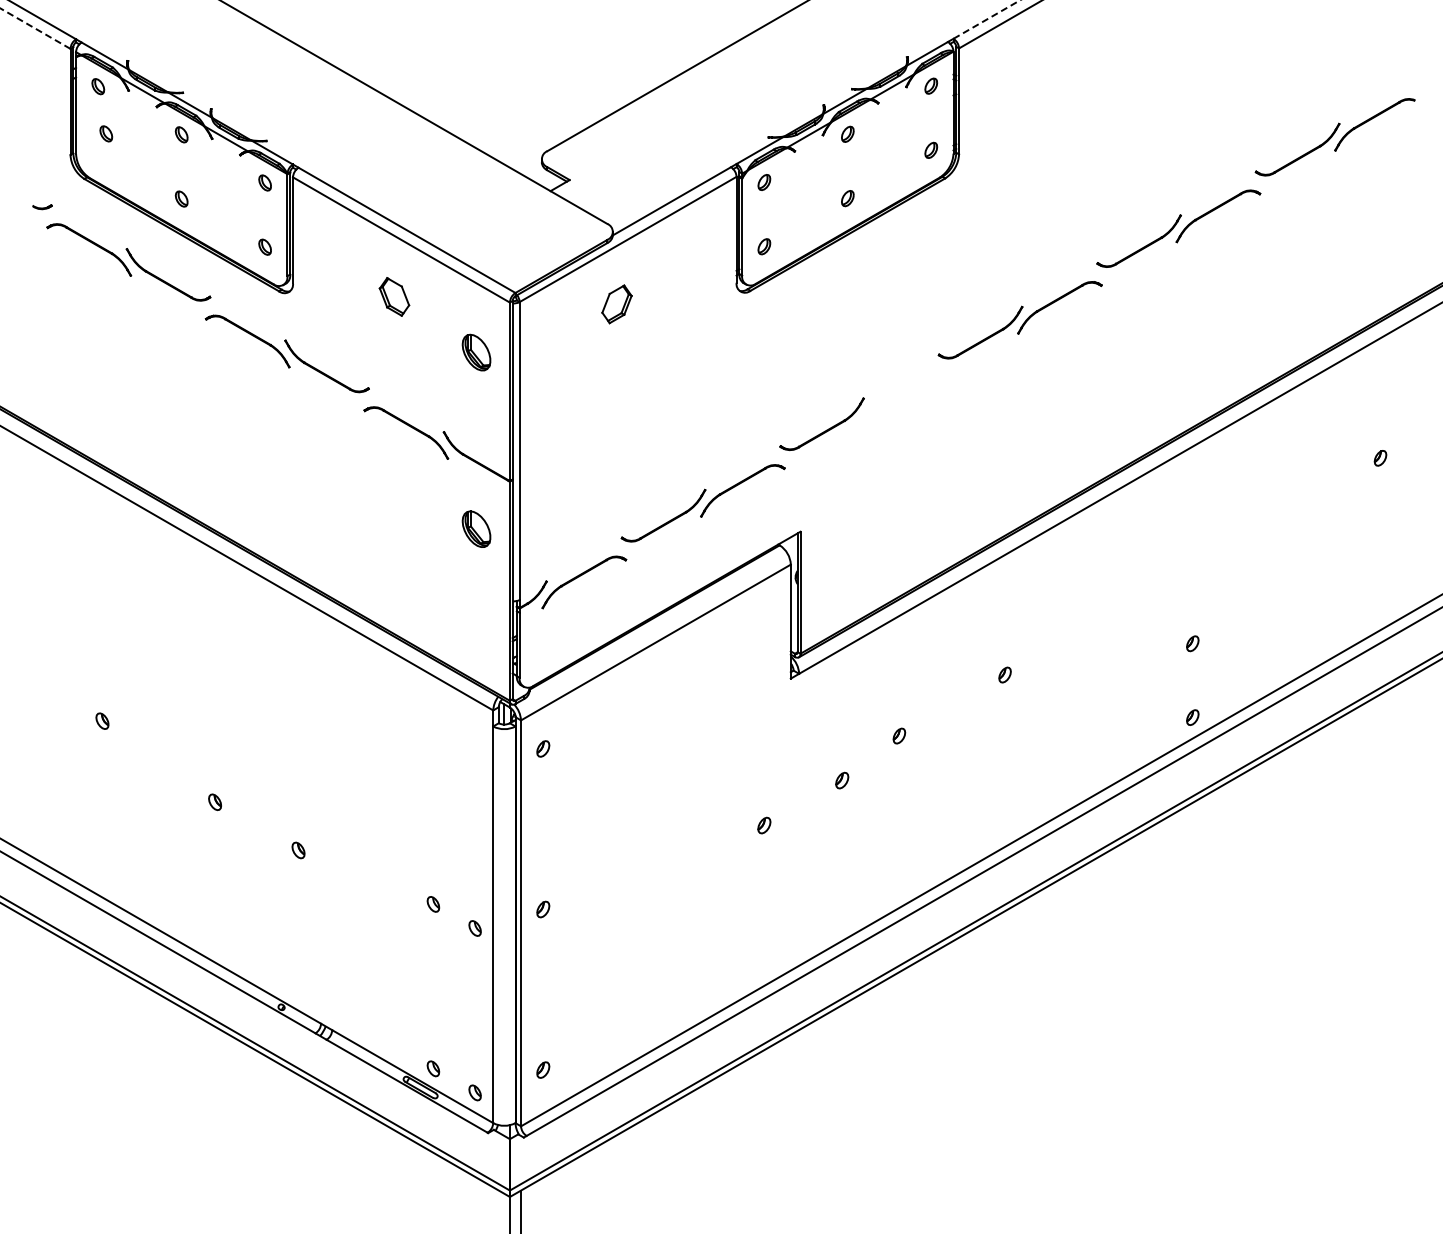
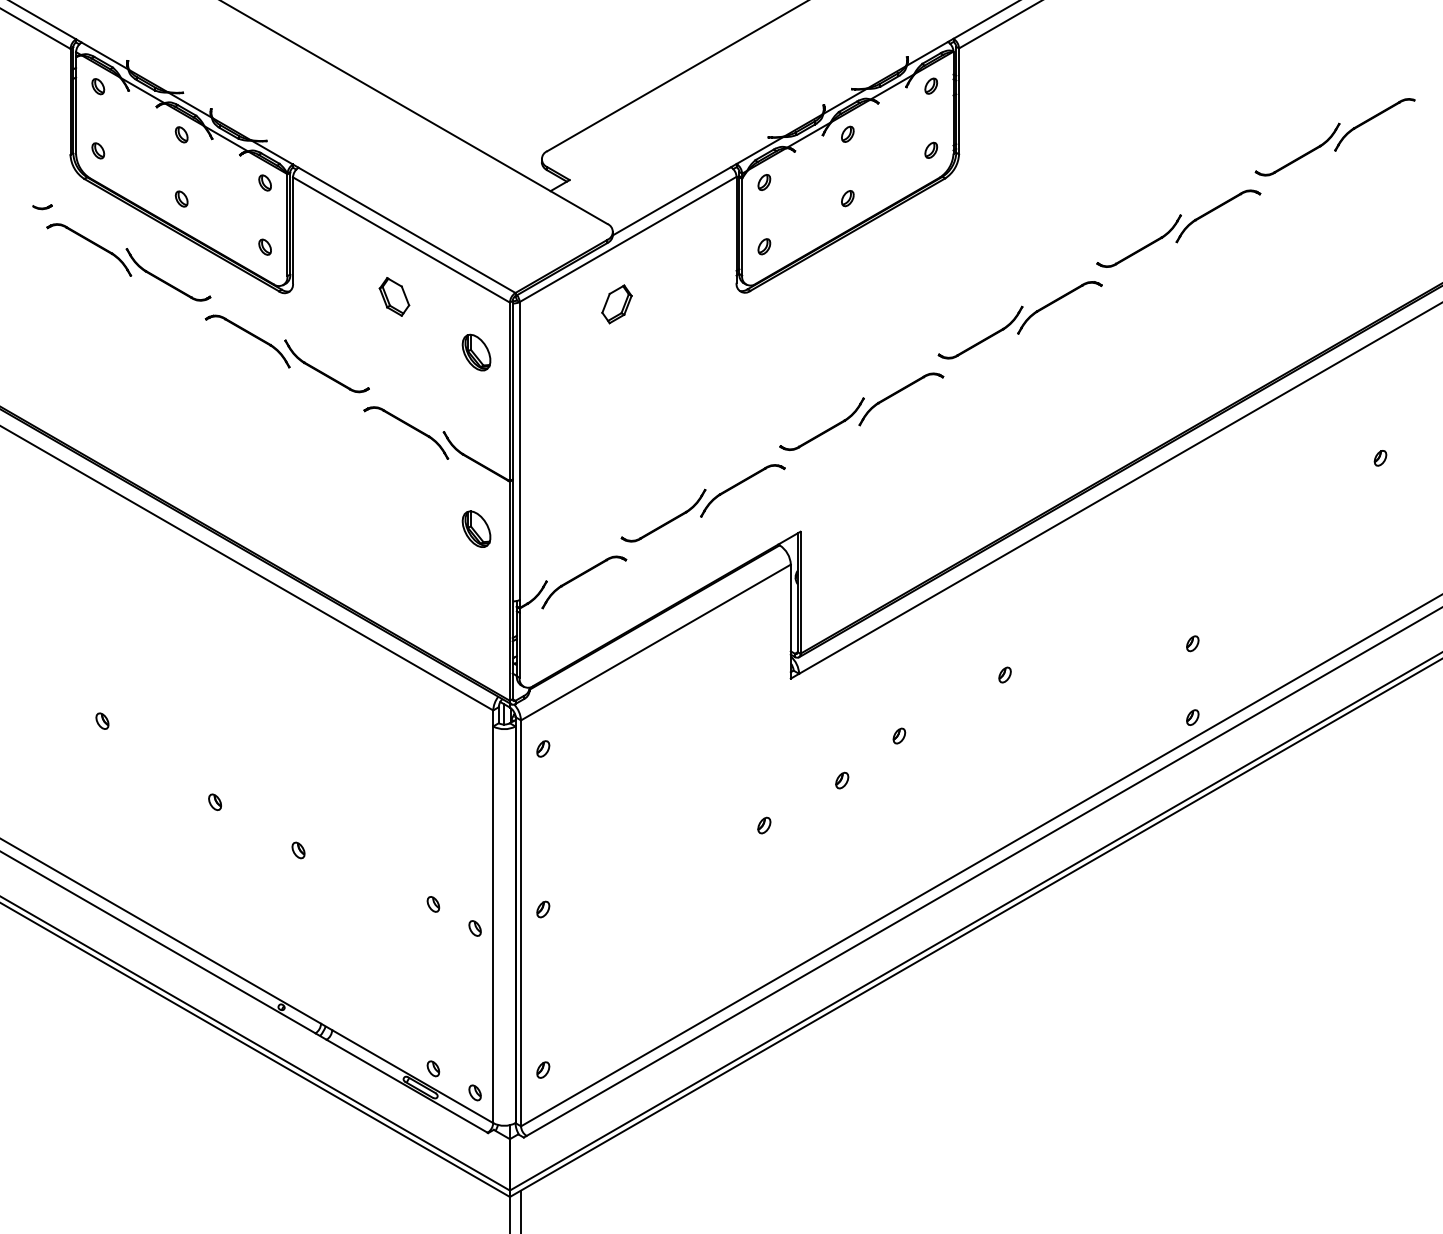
line at (987, 19): dashed -> solid
line at (35, 28): dashed -> solid
part at (106, 133) position: (106, 133) -> (98, 150)
part at (896, 394): none -> present
